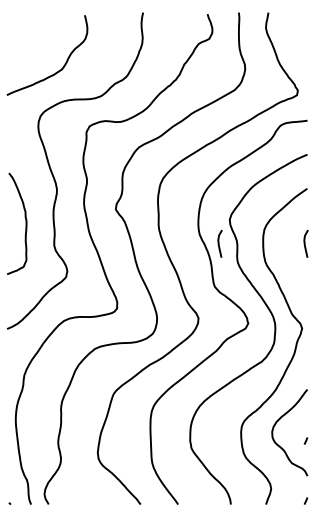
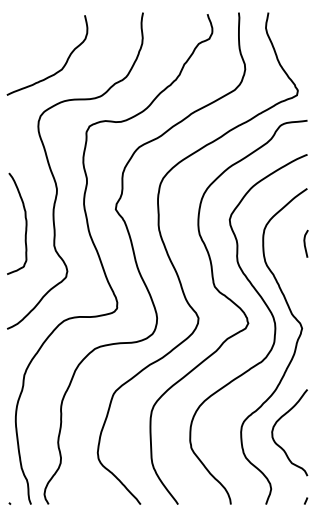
curve at (219, 243): present -> none
line at (306, 440): present -> none
